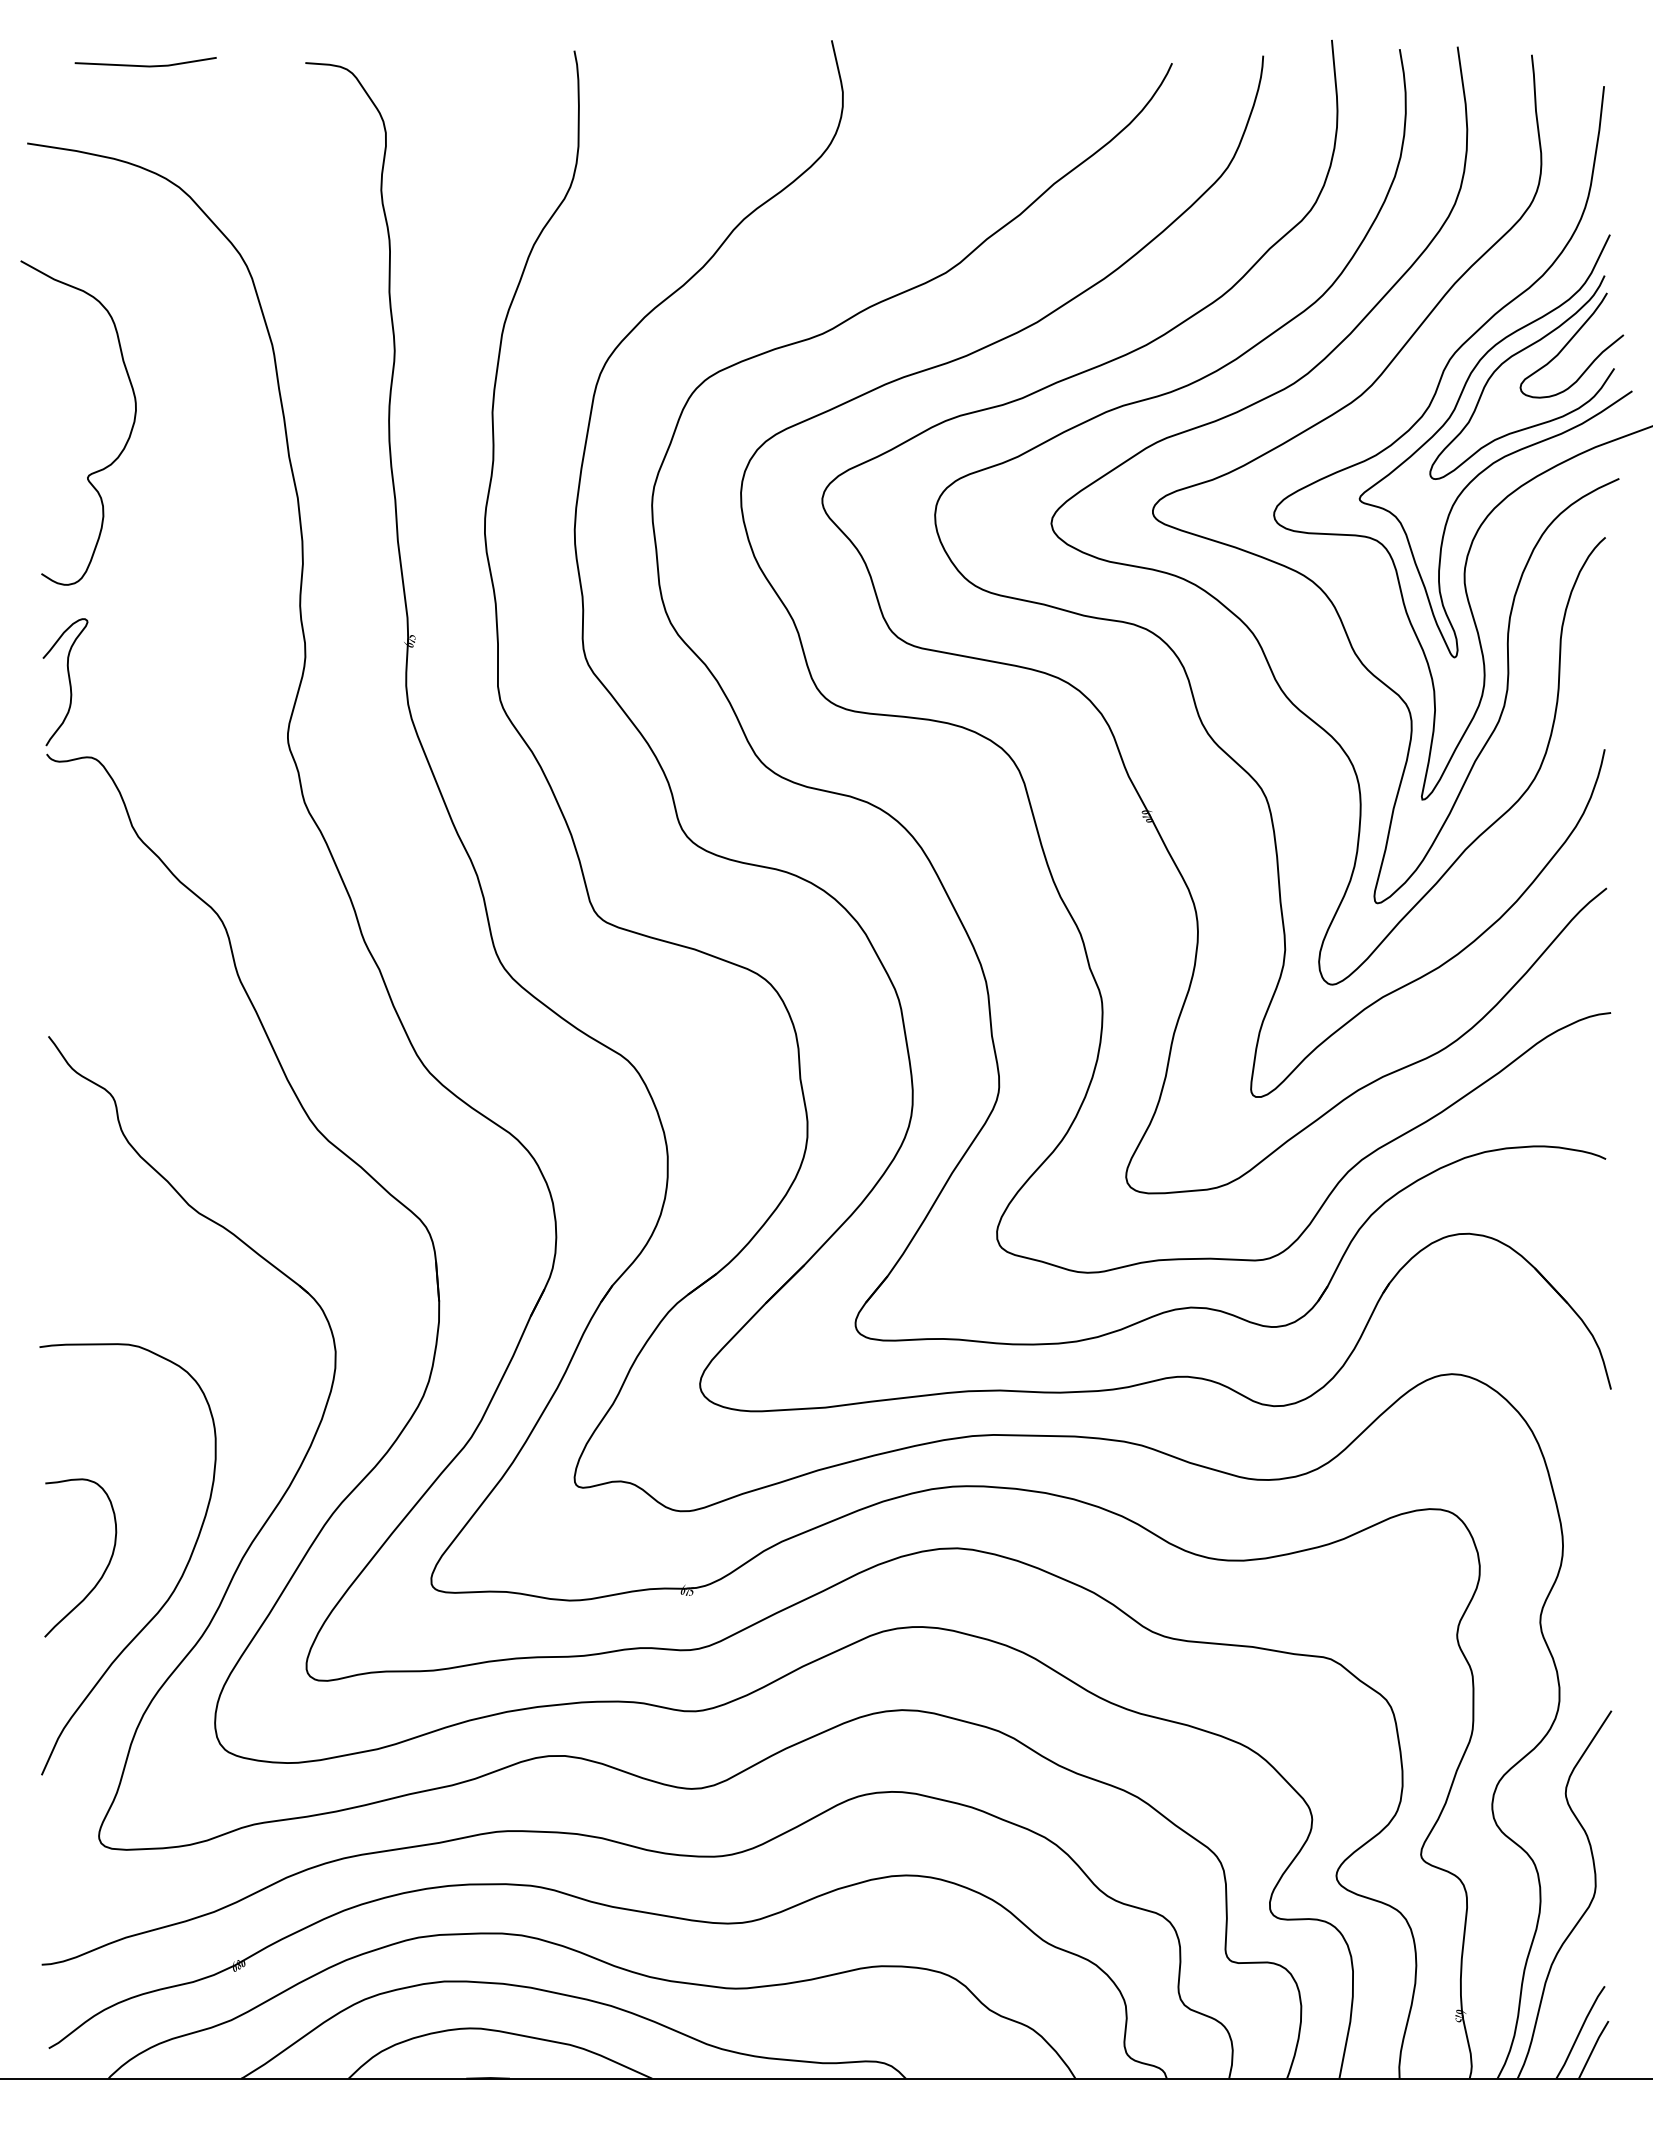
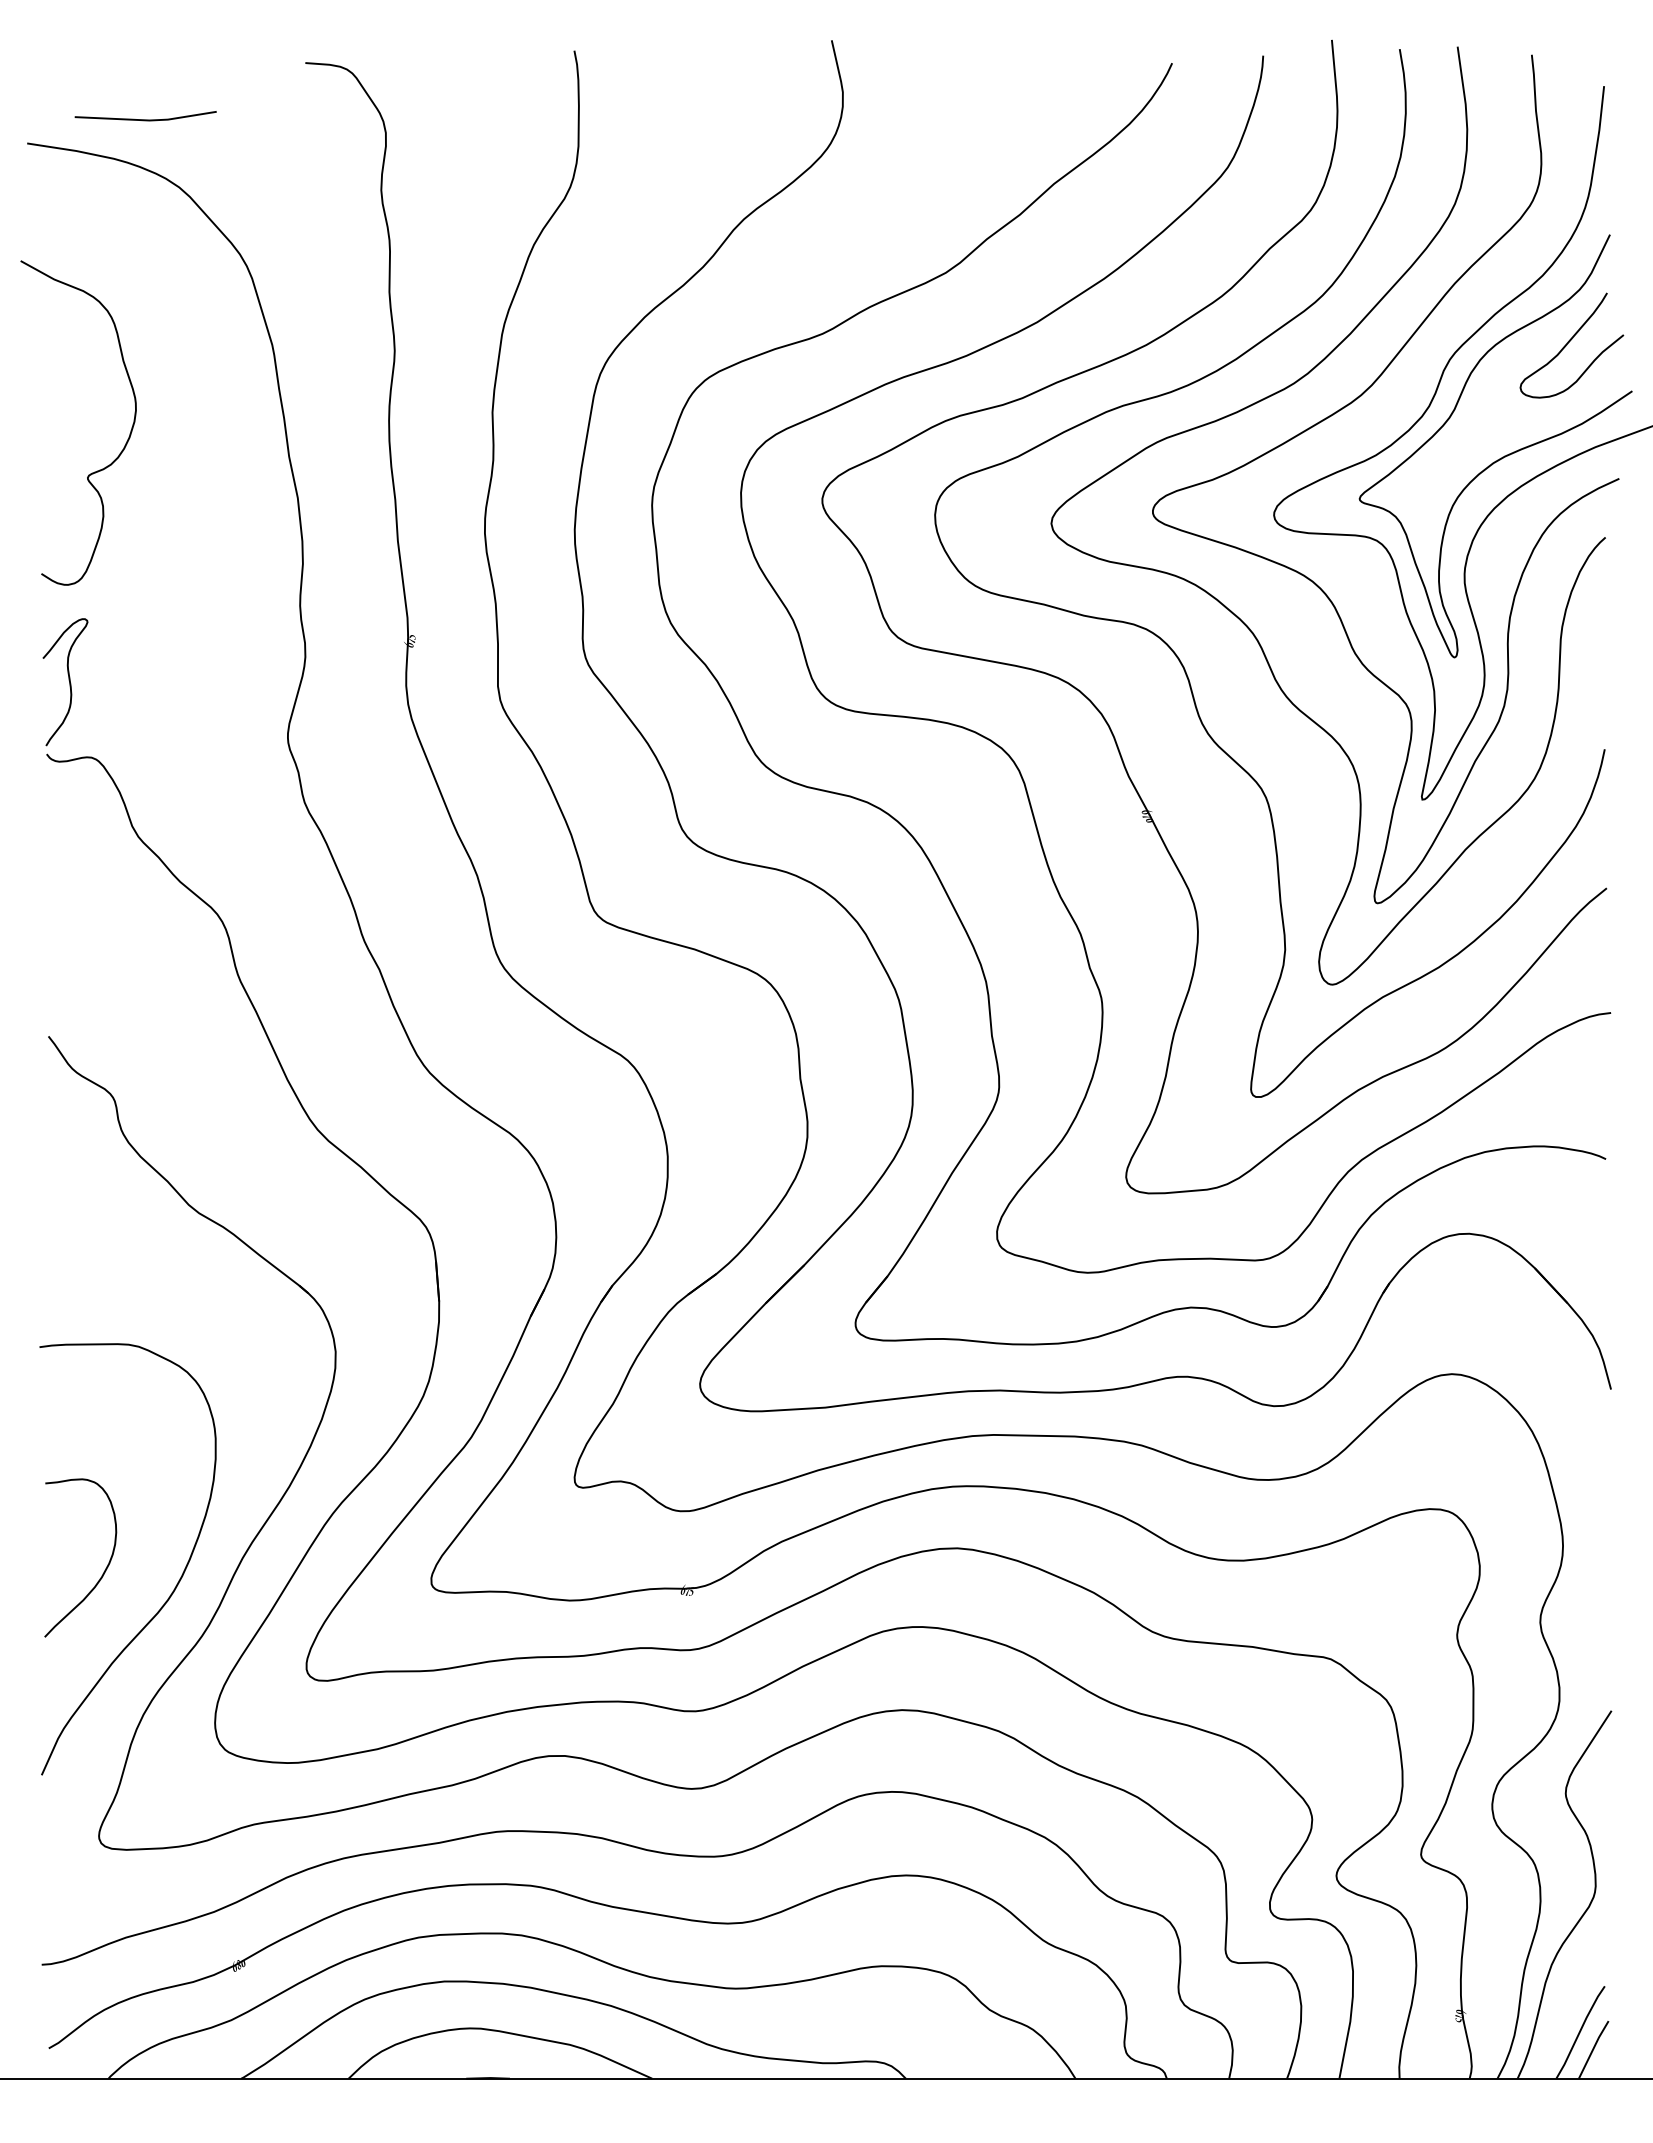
line at (145, 65) position: (145, 65) -> (145, 119)
curve at (1508, 360): present -> none
